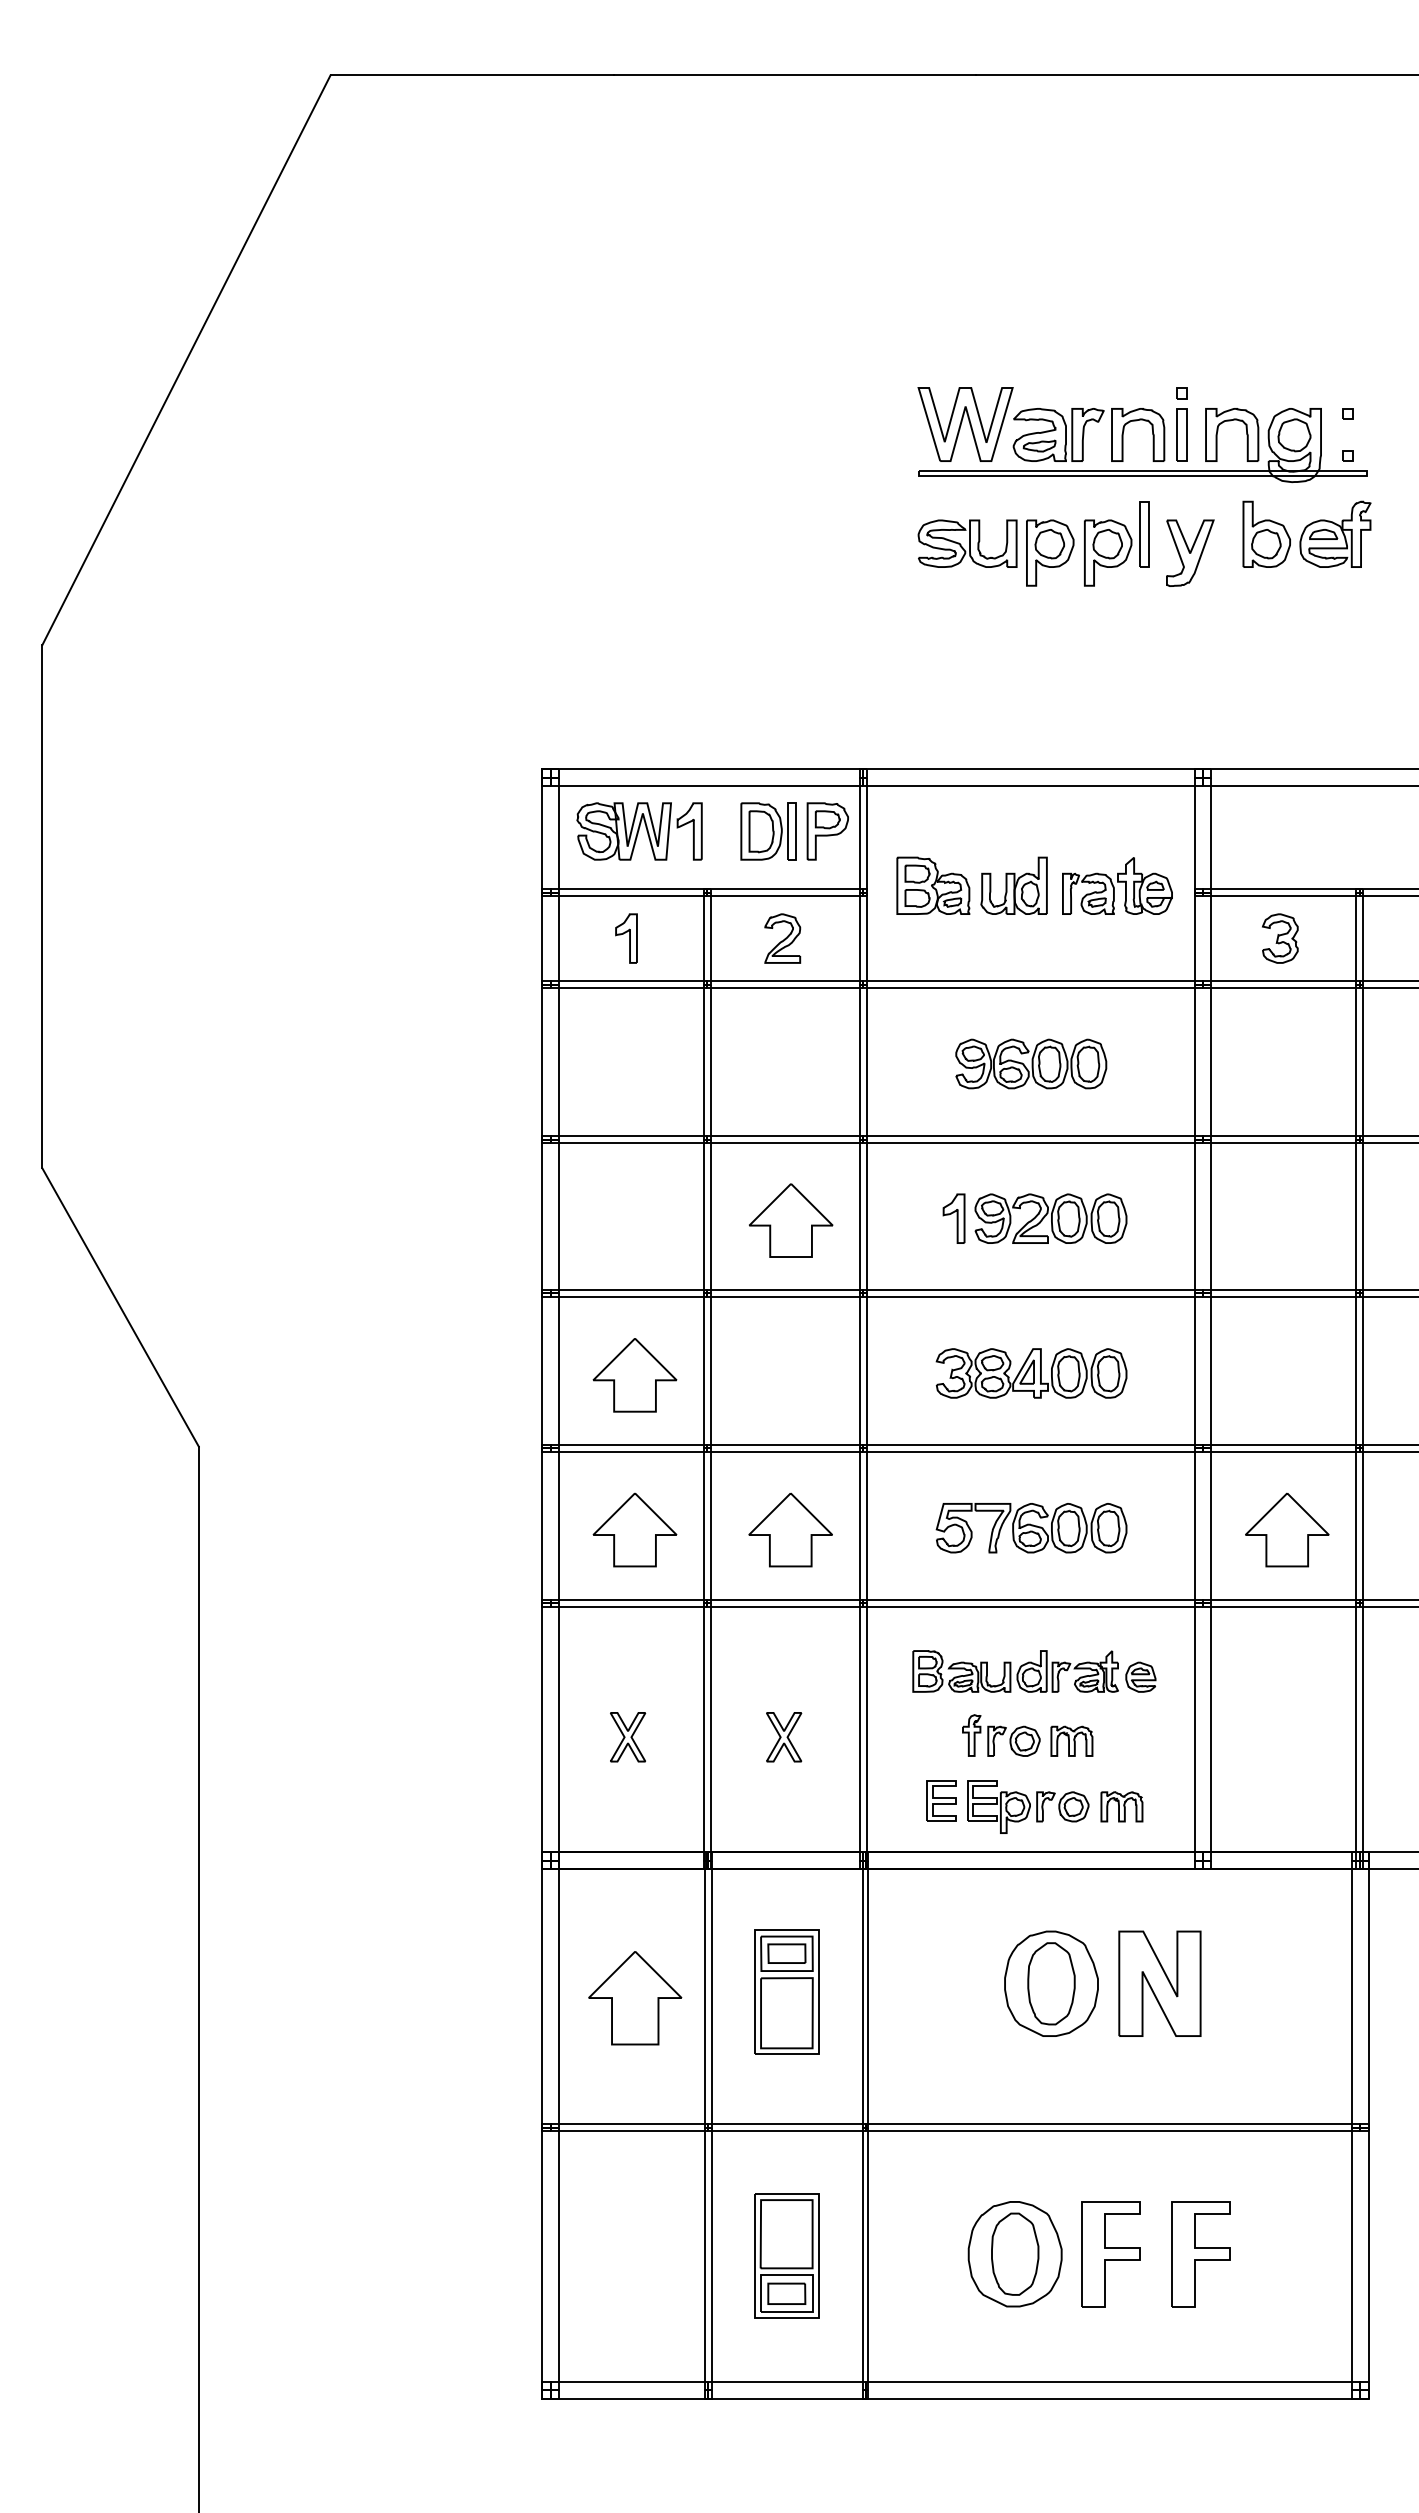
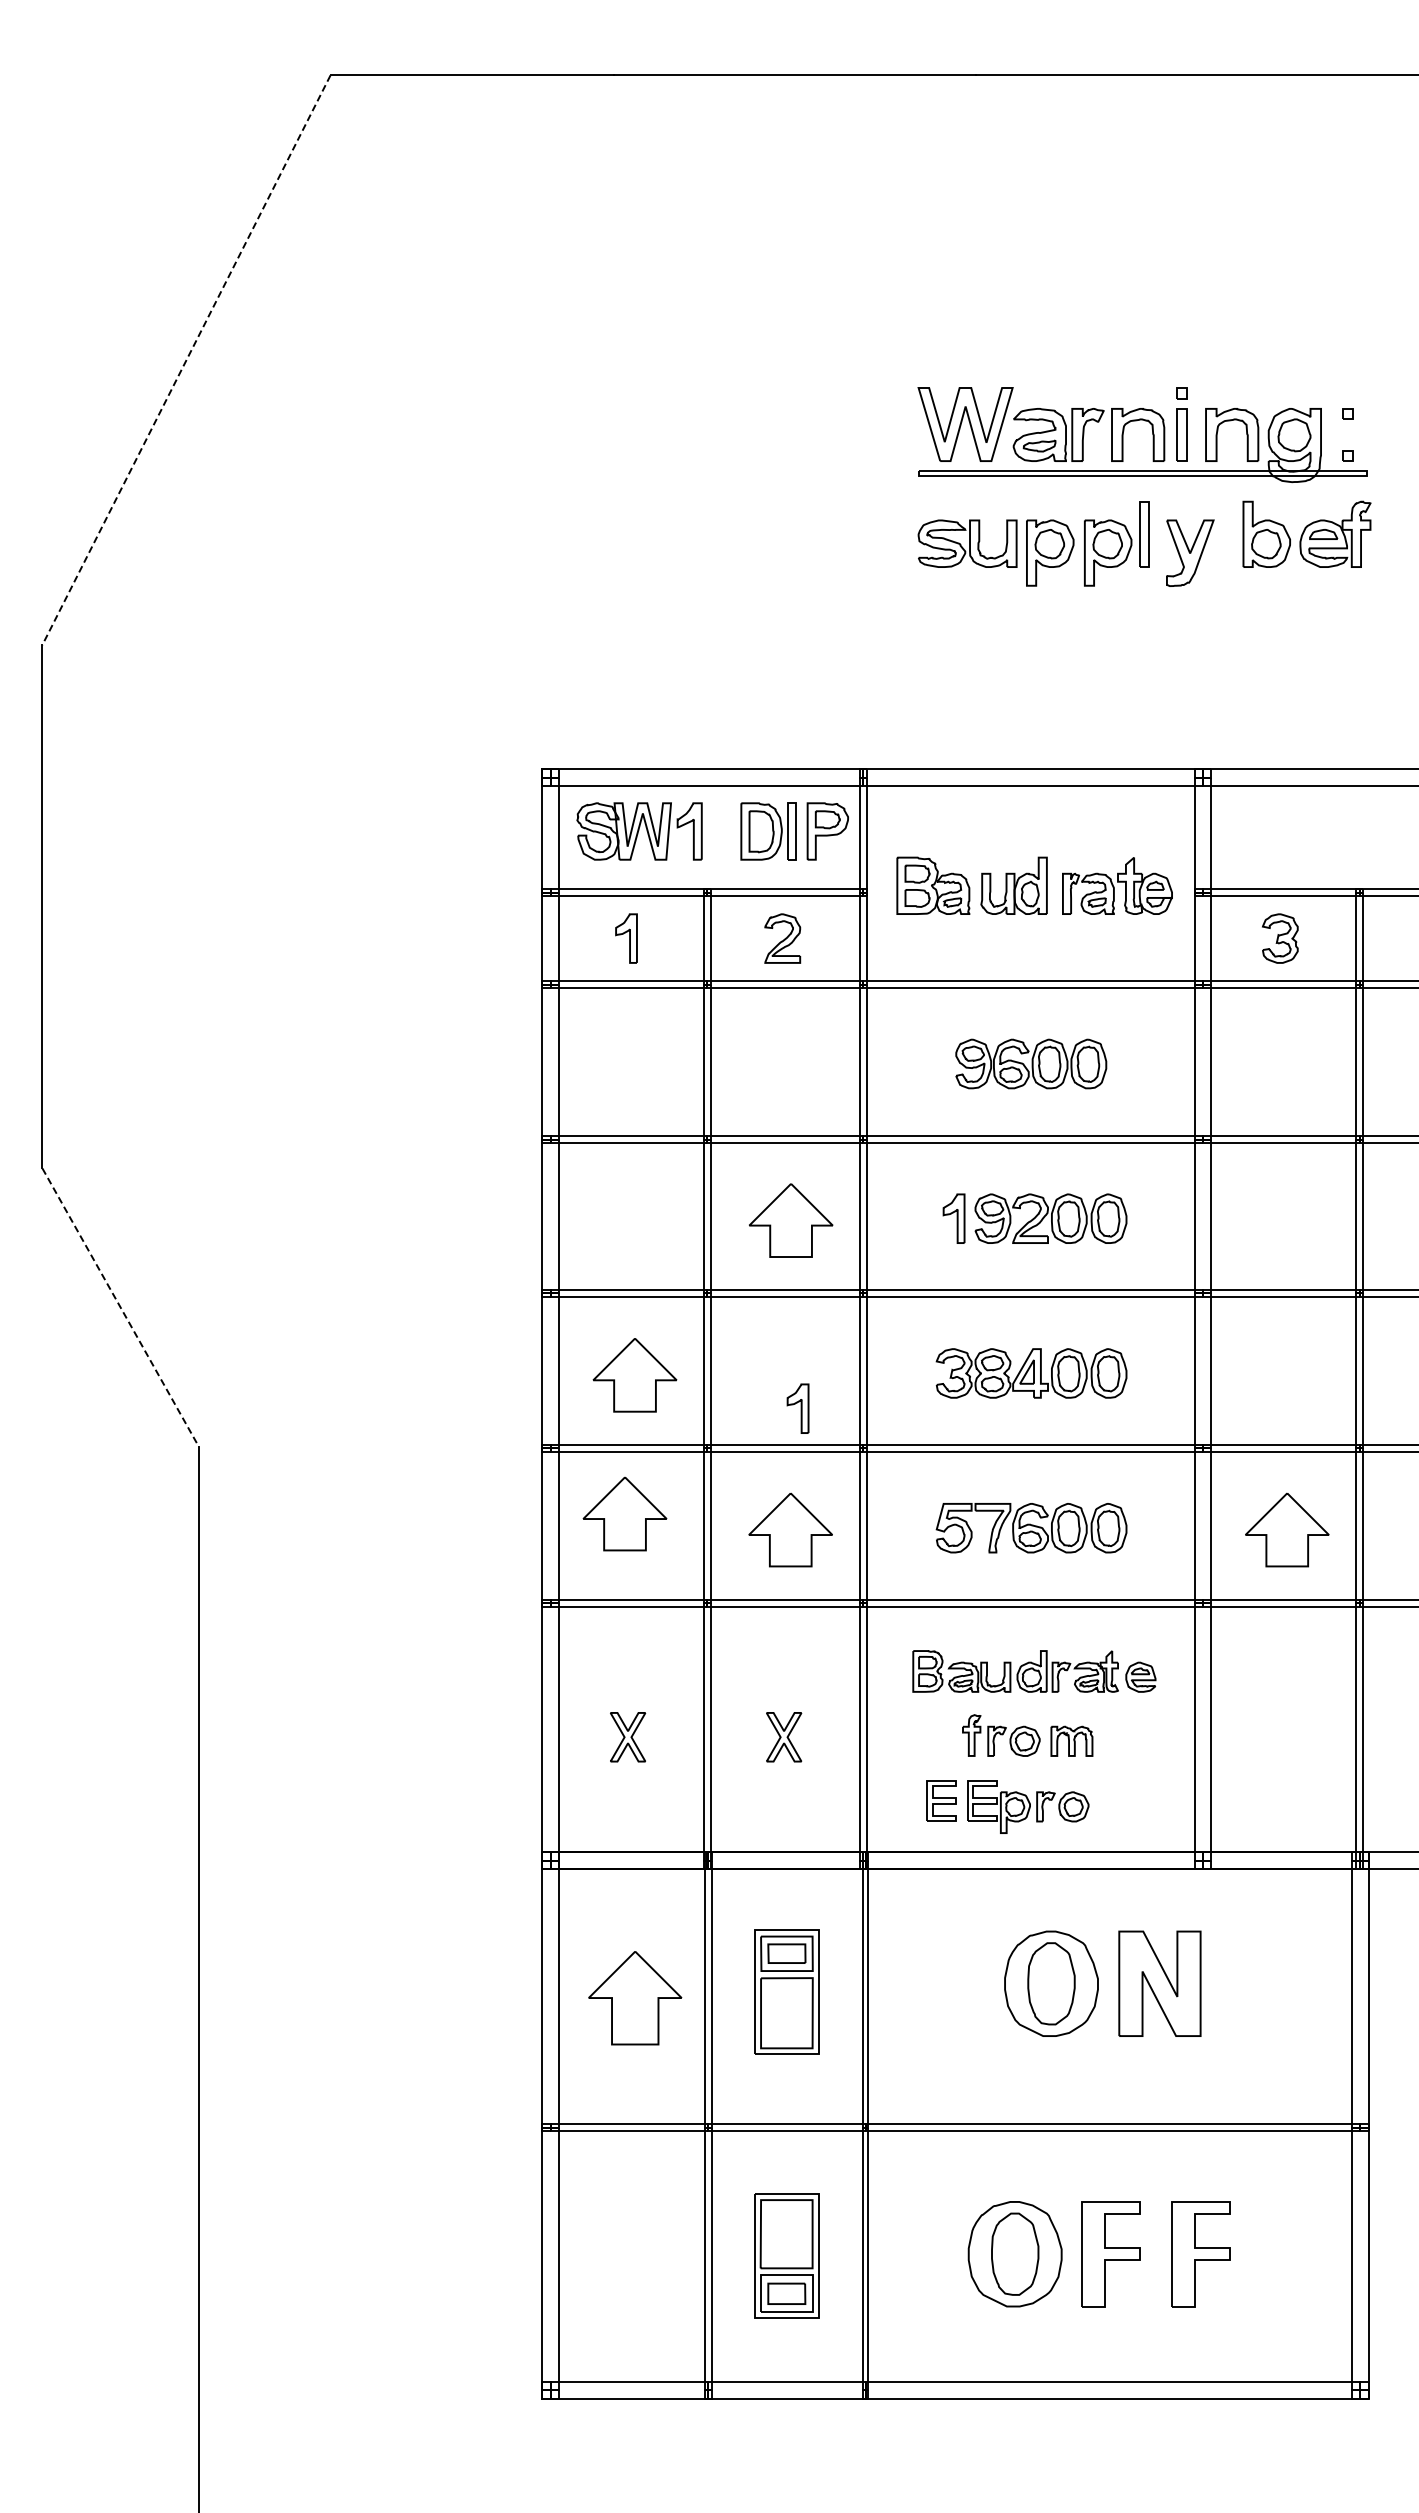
line at (186, 360): solid -> dashed
line at (120, 1307): solid -> dashed
part at (797, 1408): none -> present
part at (634, 1529) position: (634, 1529) -> (624, 1513)
part at (1121, 1806): present -> none
